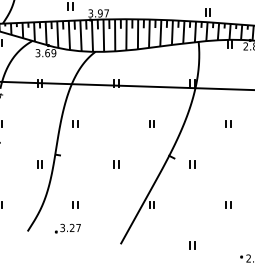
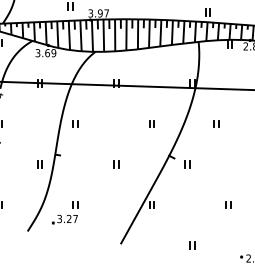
part at (228, 123) position: (228, 123) -> (216, 123)
part at (192, 164) position: (192, 164) -> (187, 164)
part at (67, 228) position: (67, 228) -> (64, 219)
